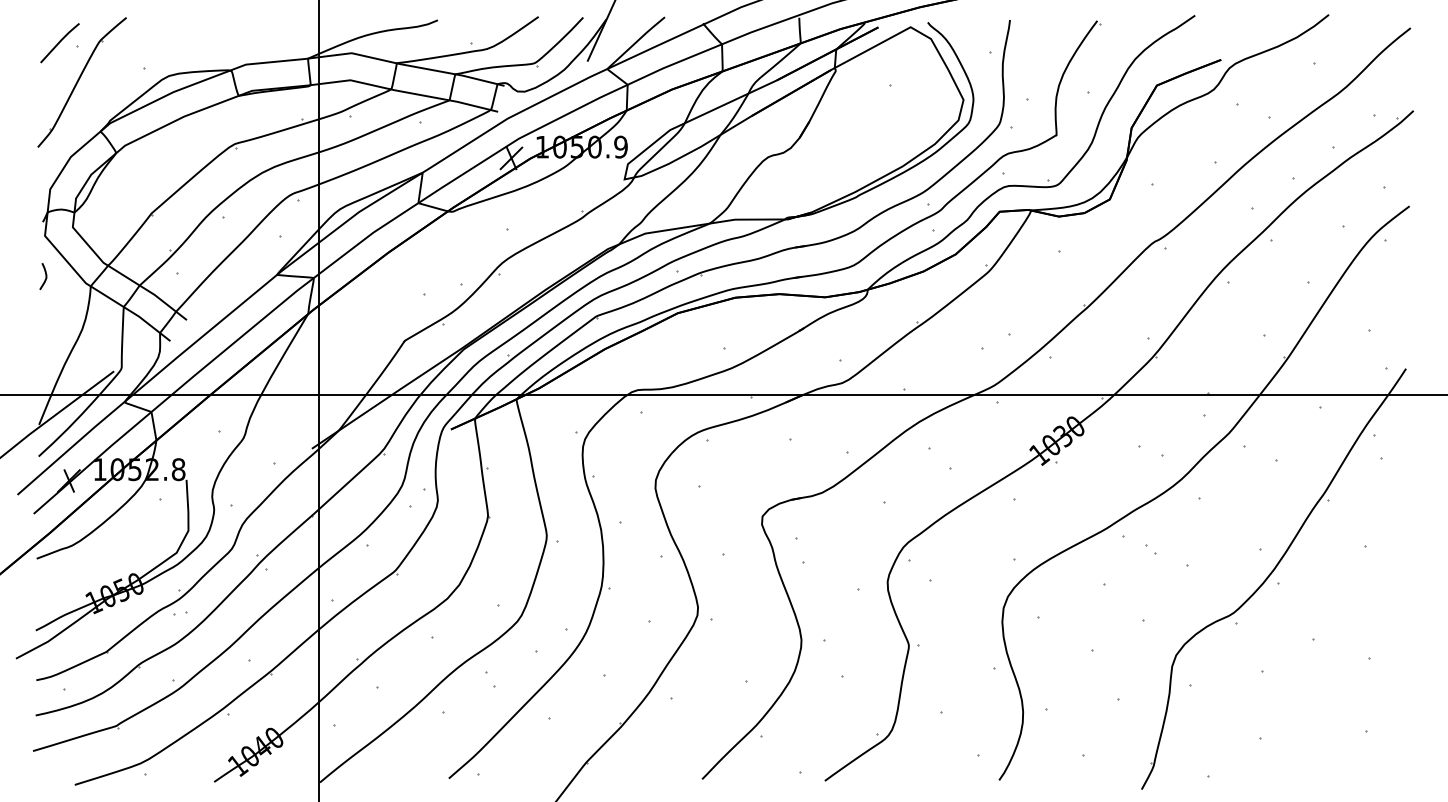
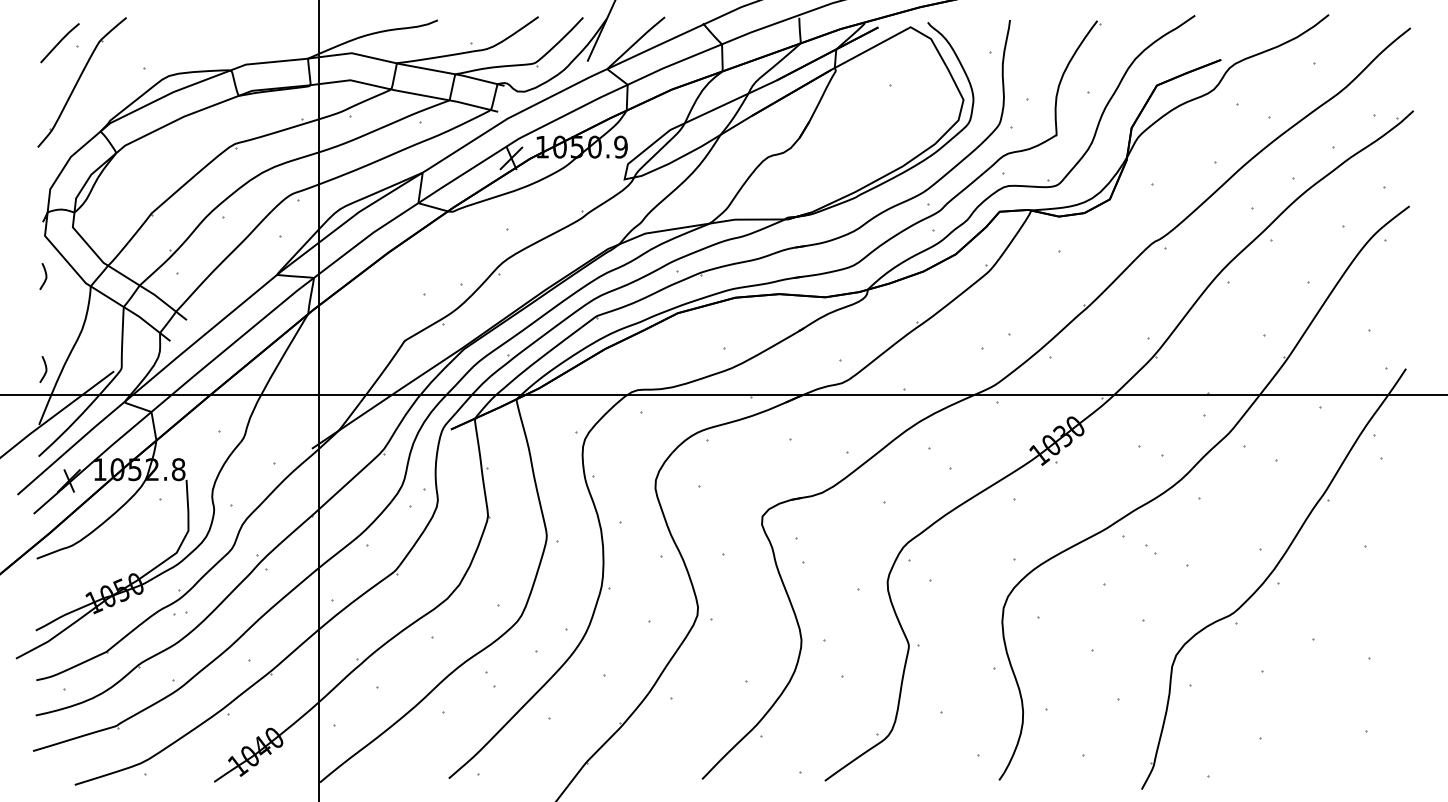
curve at (45, 369): none -> present
